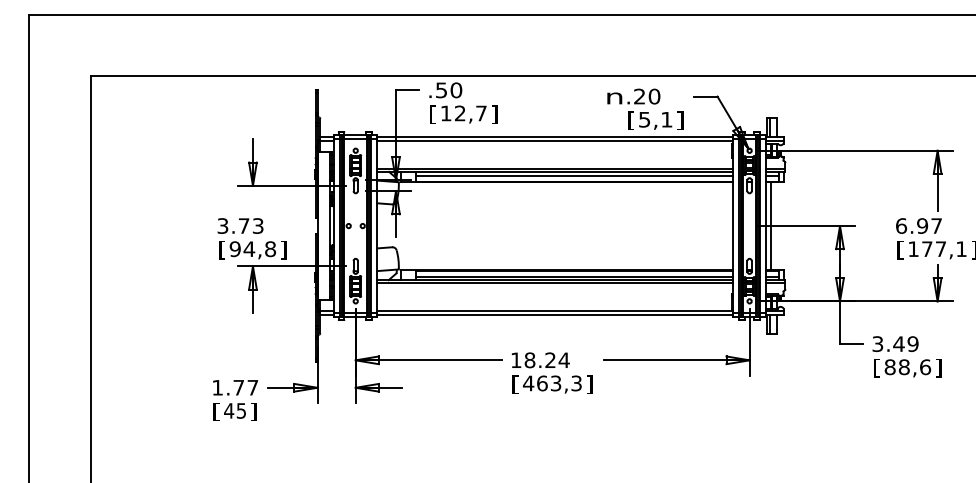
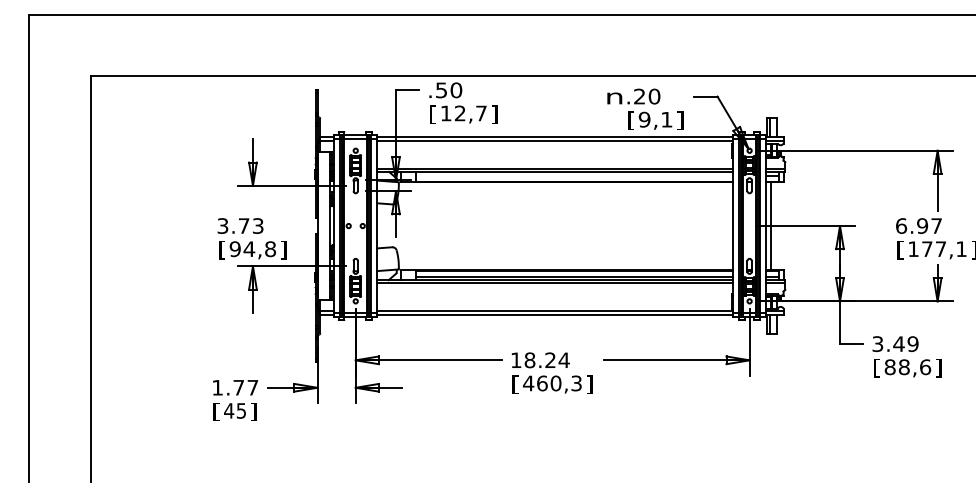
text at (644, 119): 5,1 -> 9,1
line at (574, 175): present -> none
text at (555, 383): 463,3 -> 460,3
